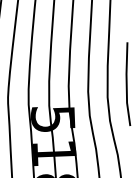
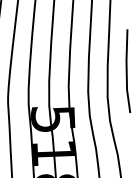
line at (127, 83) position: (127, 83) -> (127, 70)
